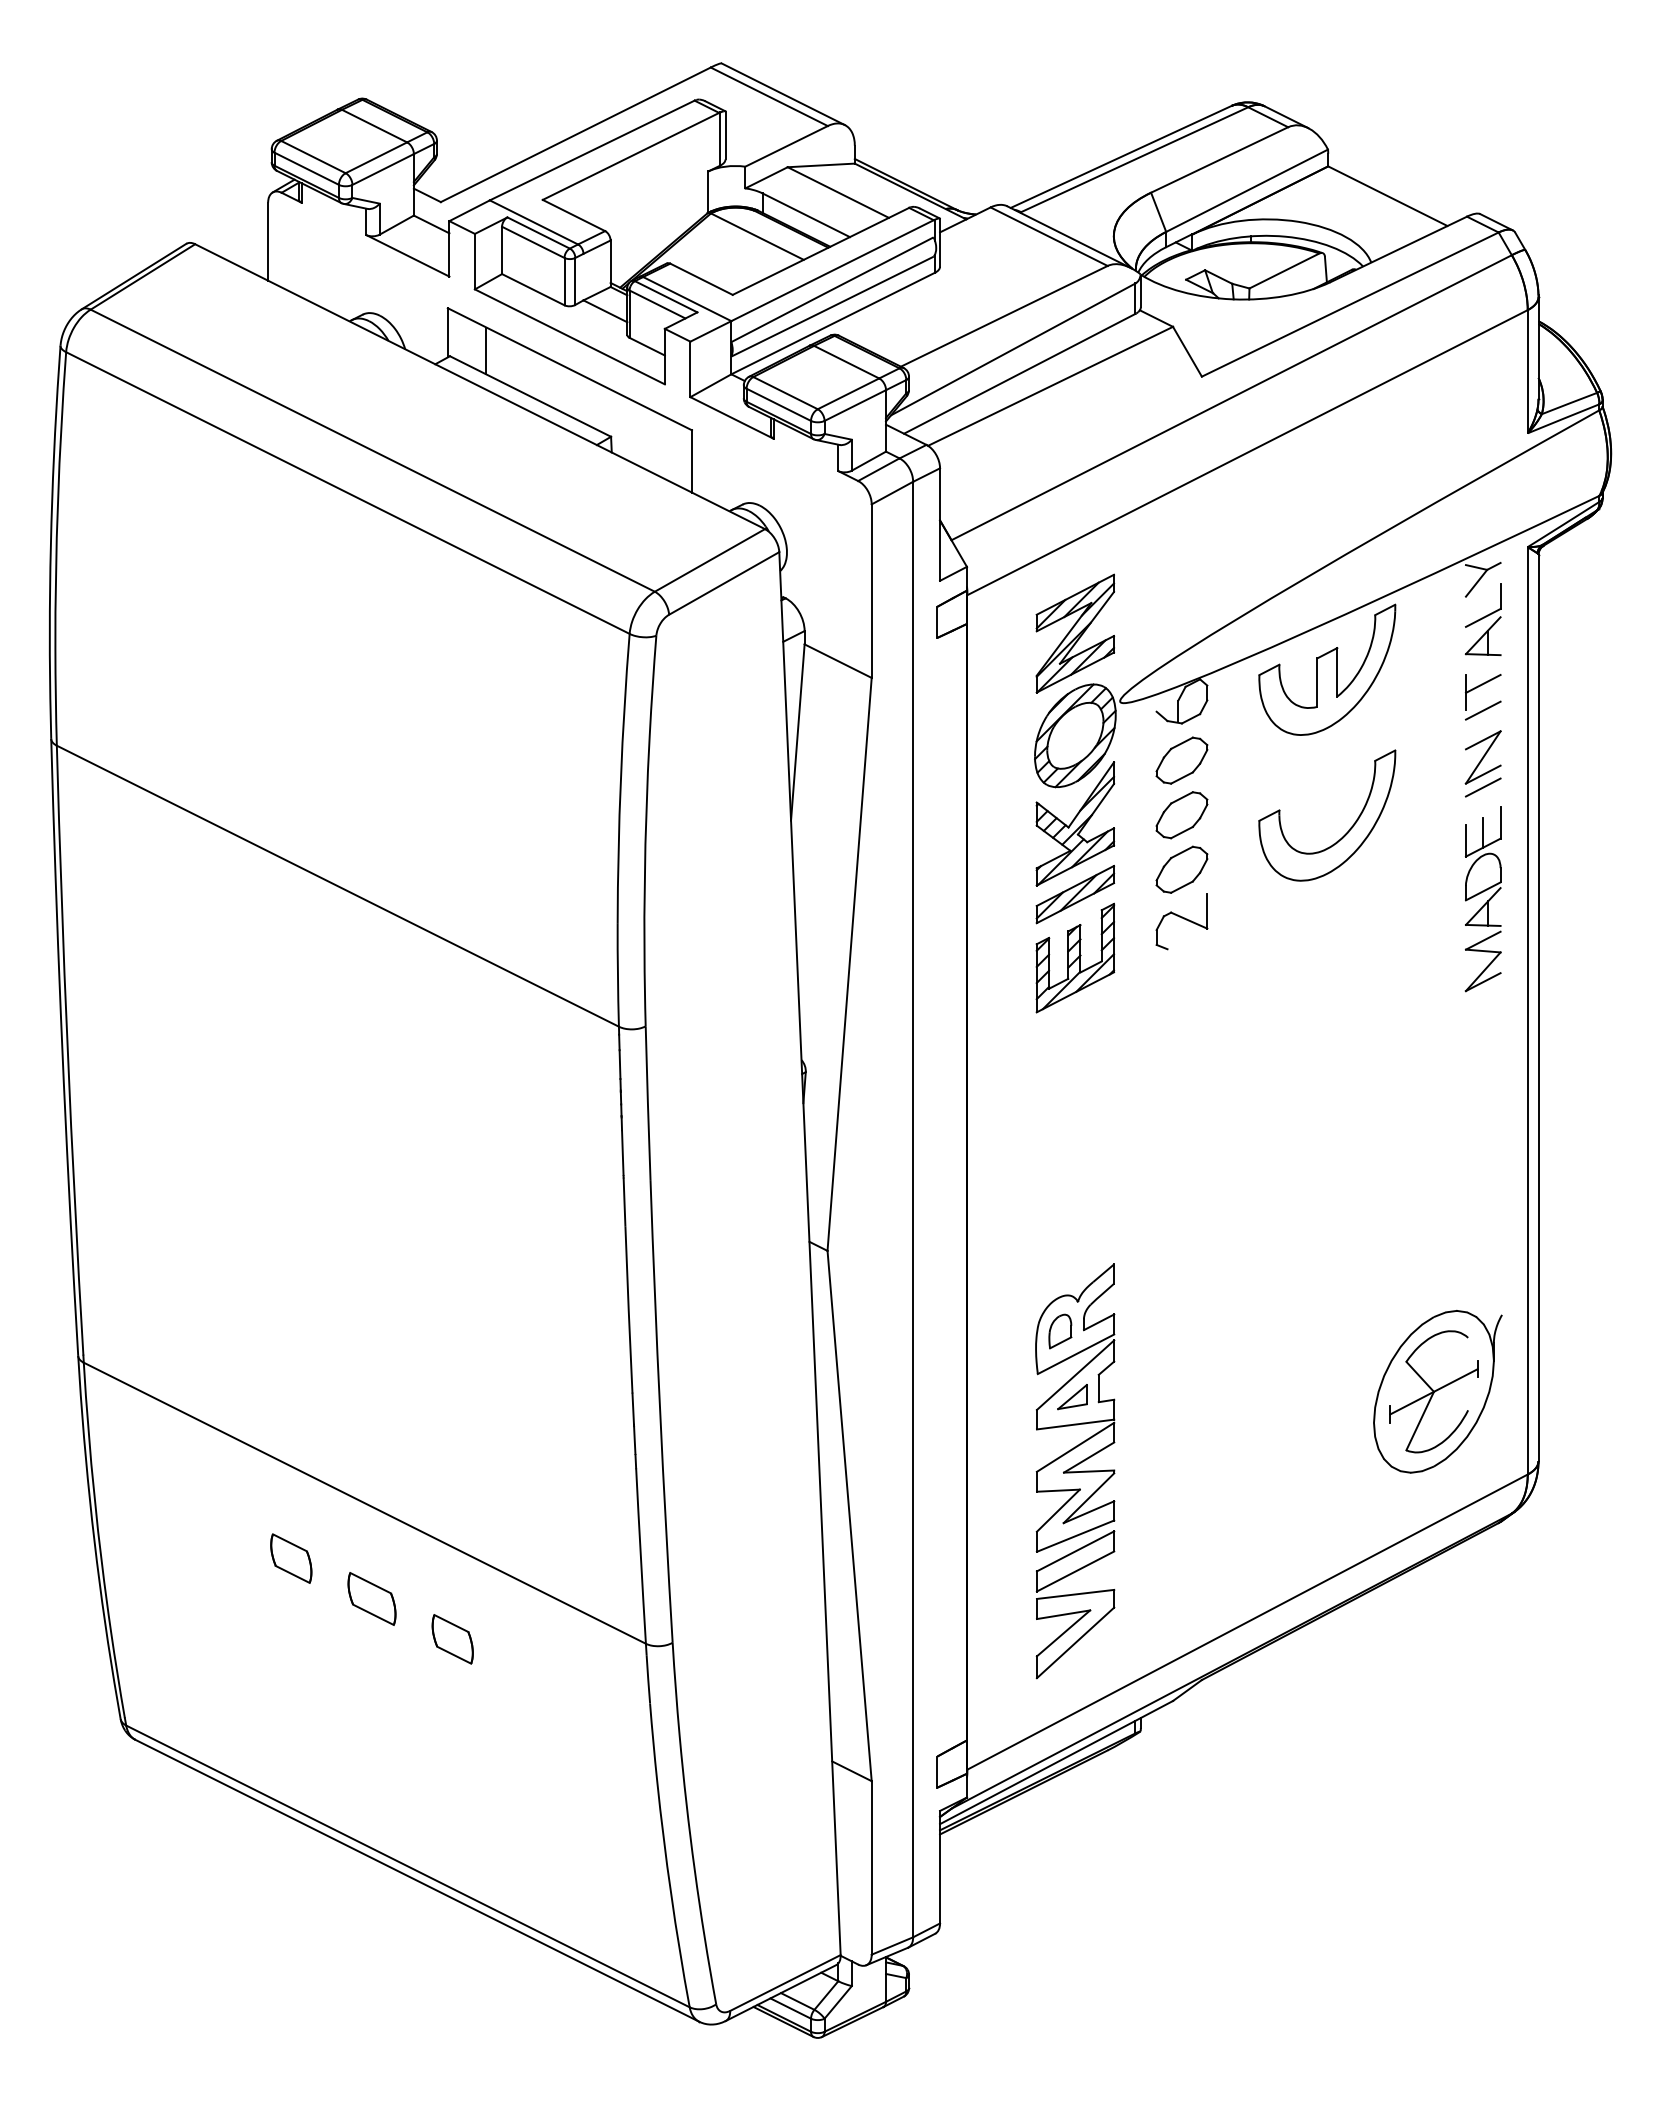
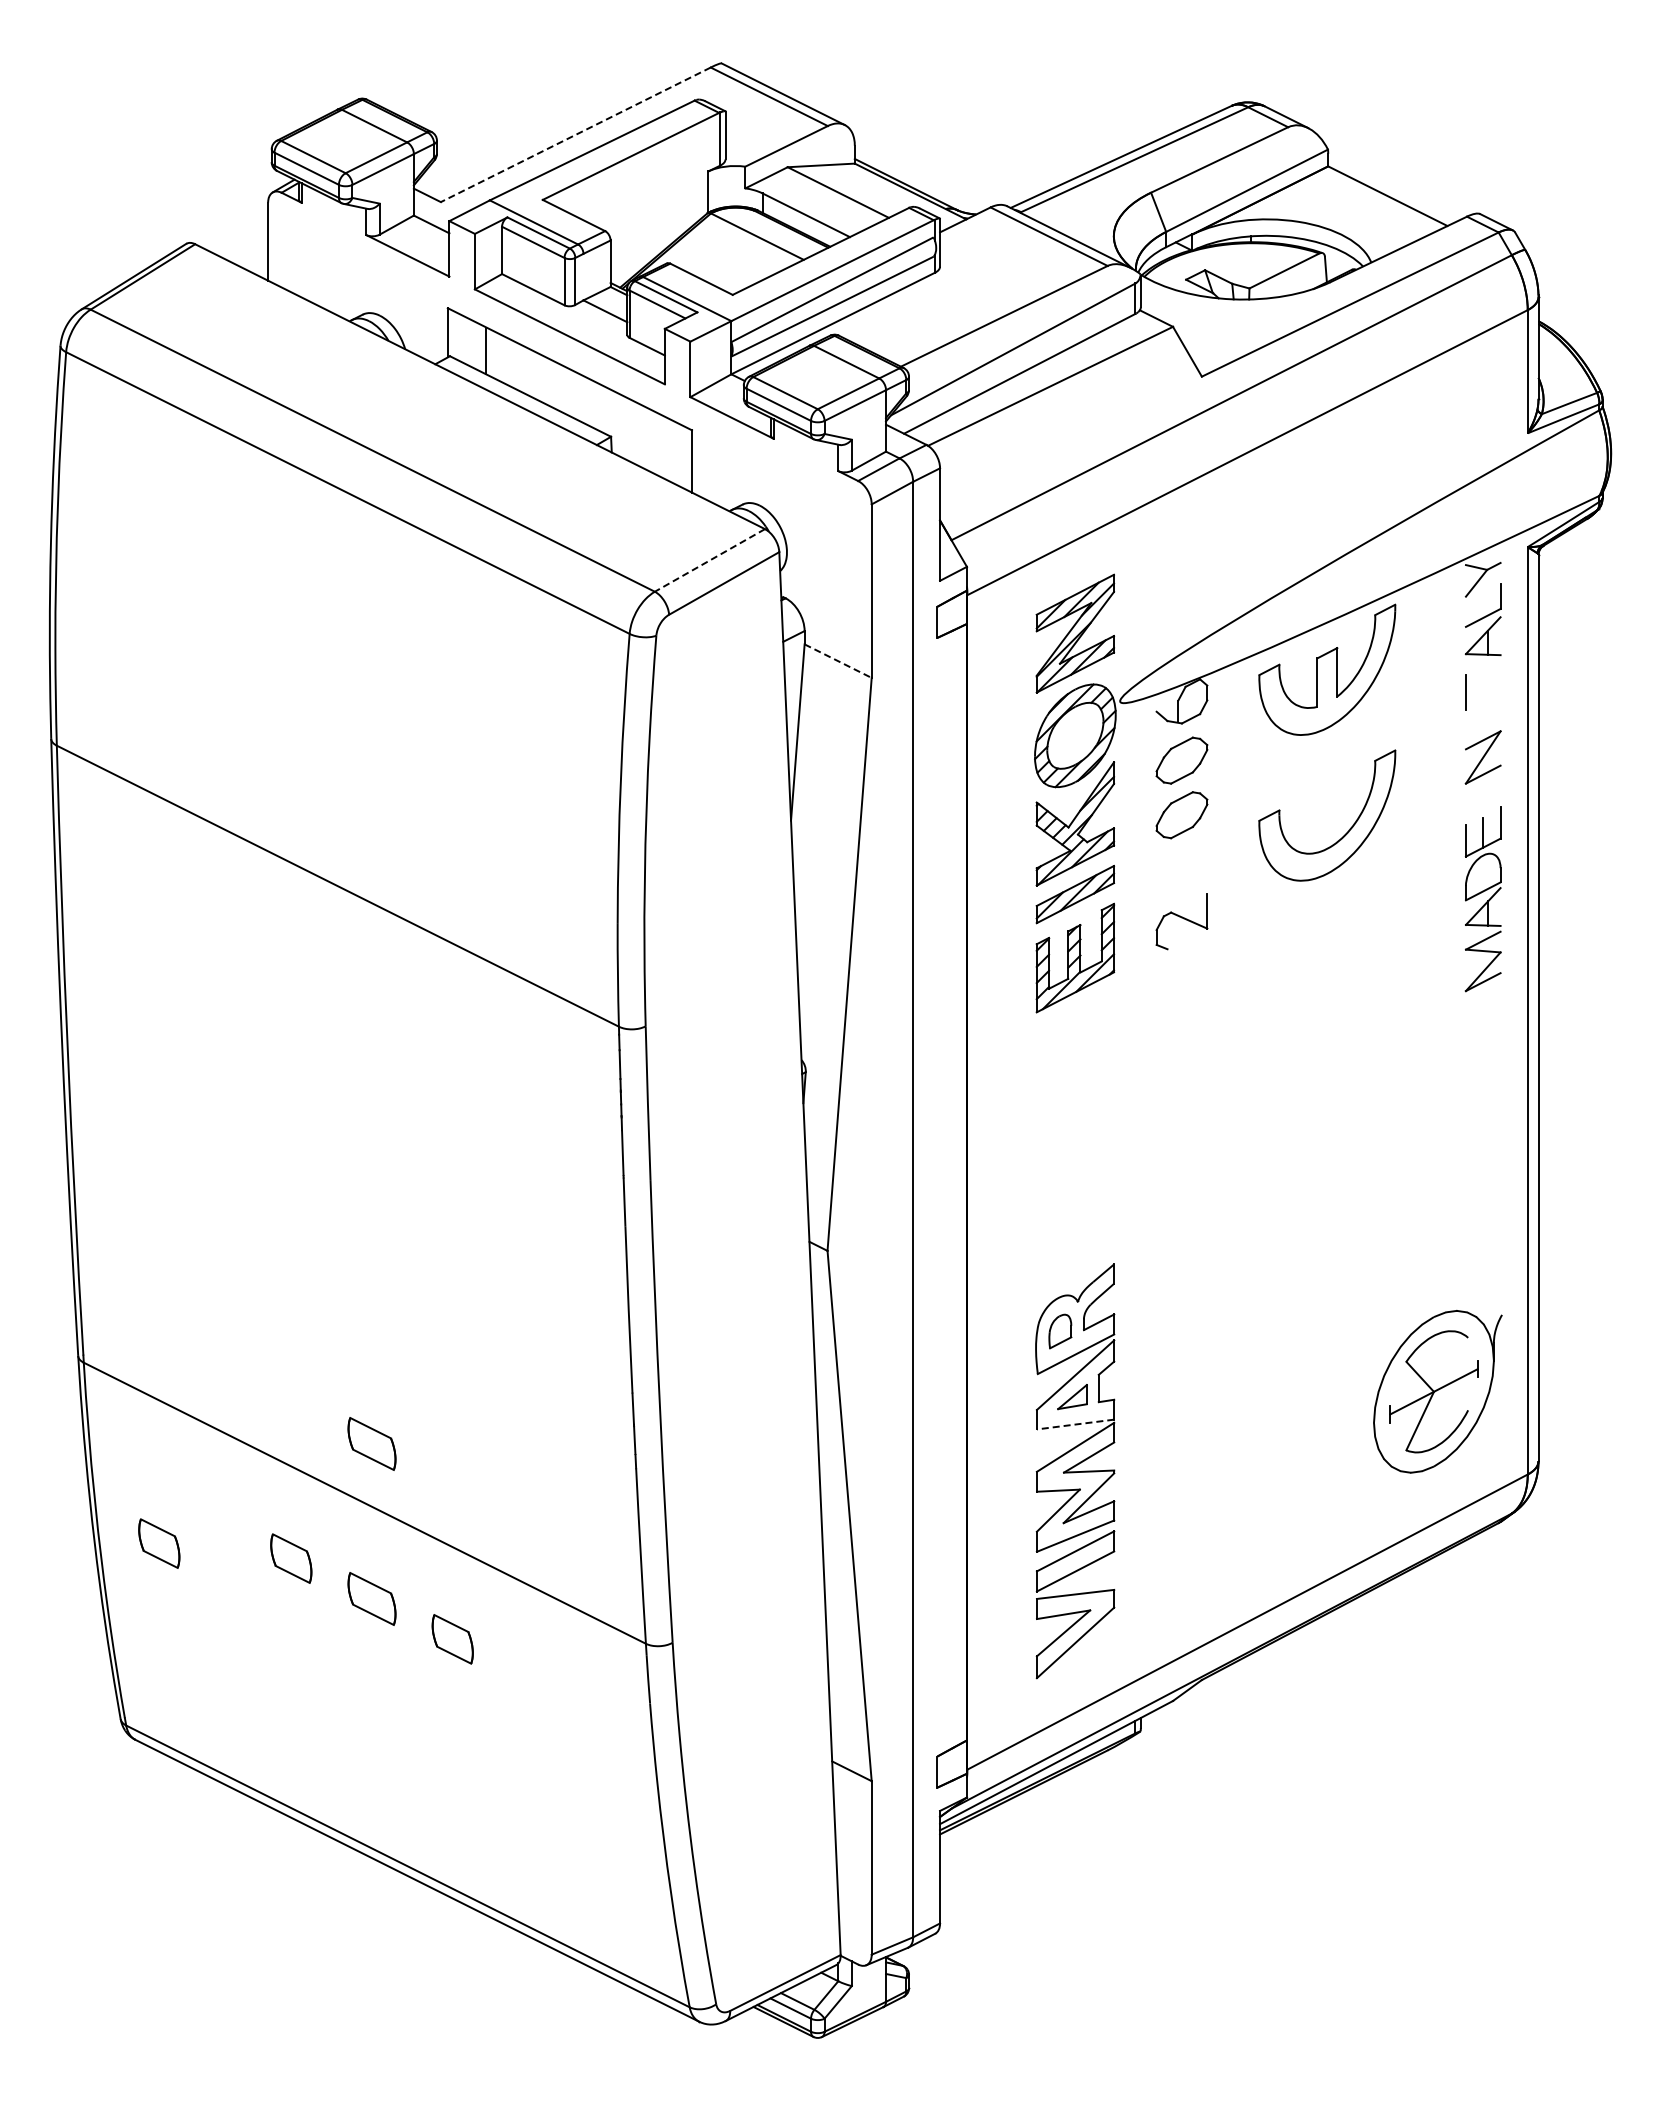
line at (575, 134): solid -> dashed
line at (709, 560): solid -> dashed
line at (838, 661): solid -> dashed
line at (1482, 683): present -> none
line at (1482, 710): present -> none
line at (1482, 787): present -> none
part at (1181, 869): present -> none
line at (1075, 1424): solid -> dashed
part at (371, 1443): none -> present
part at (159, 1543): none -> present
